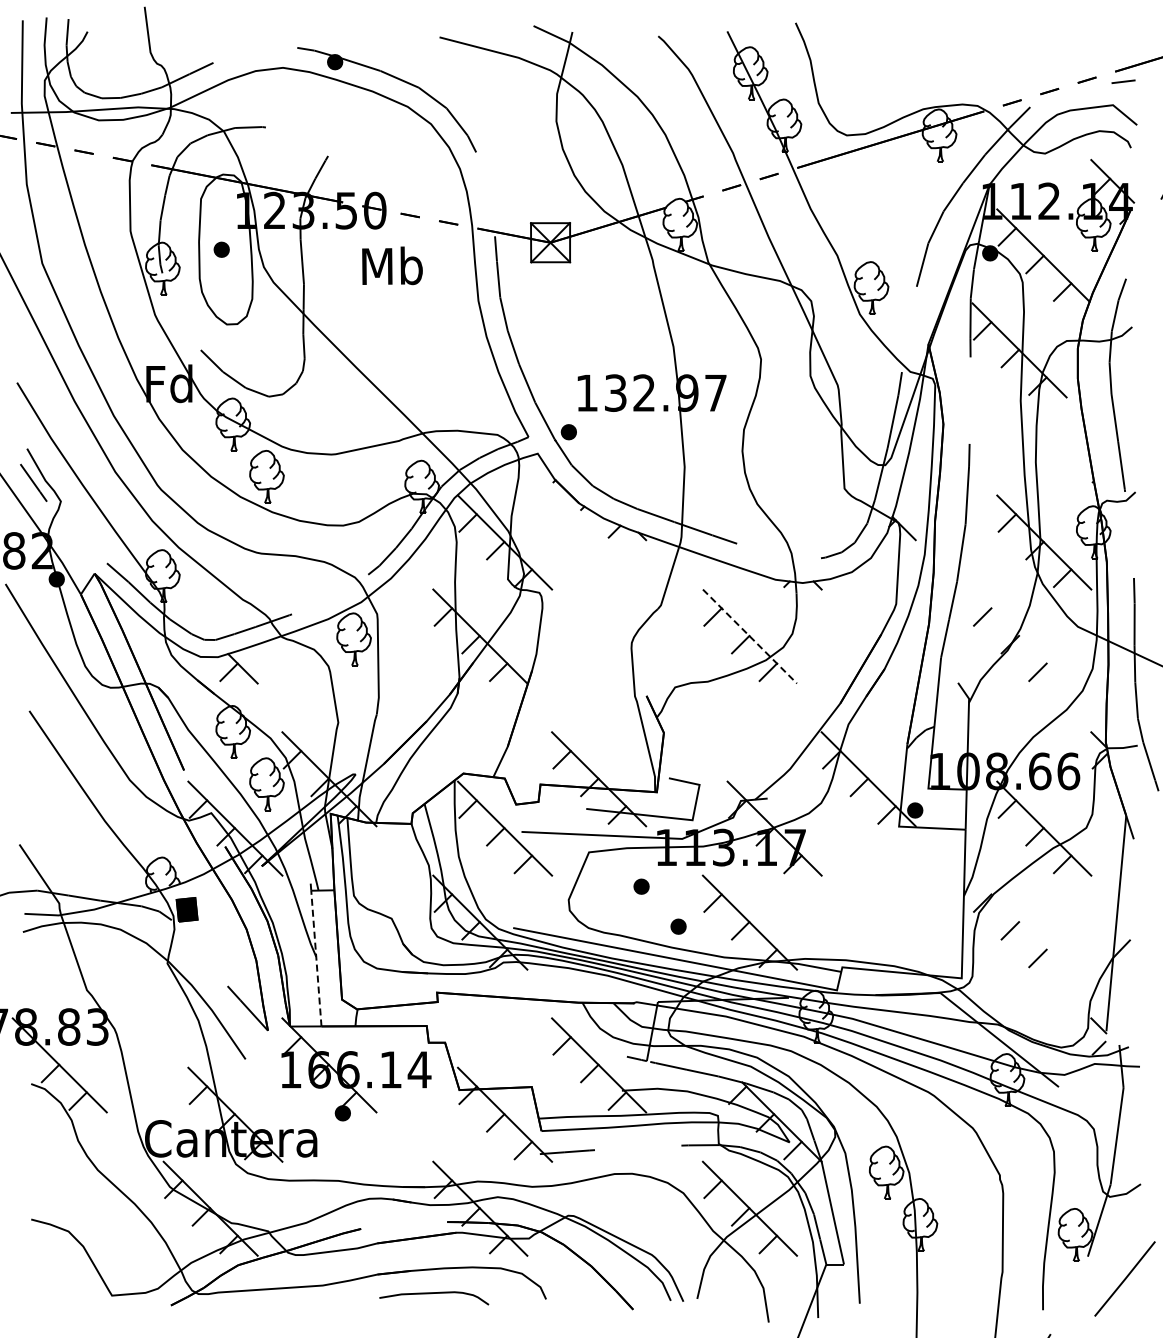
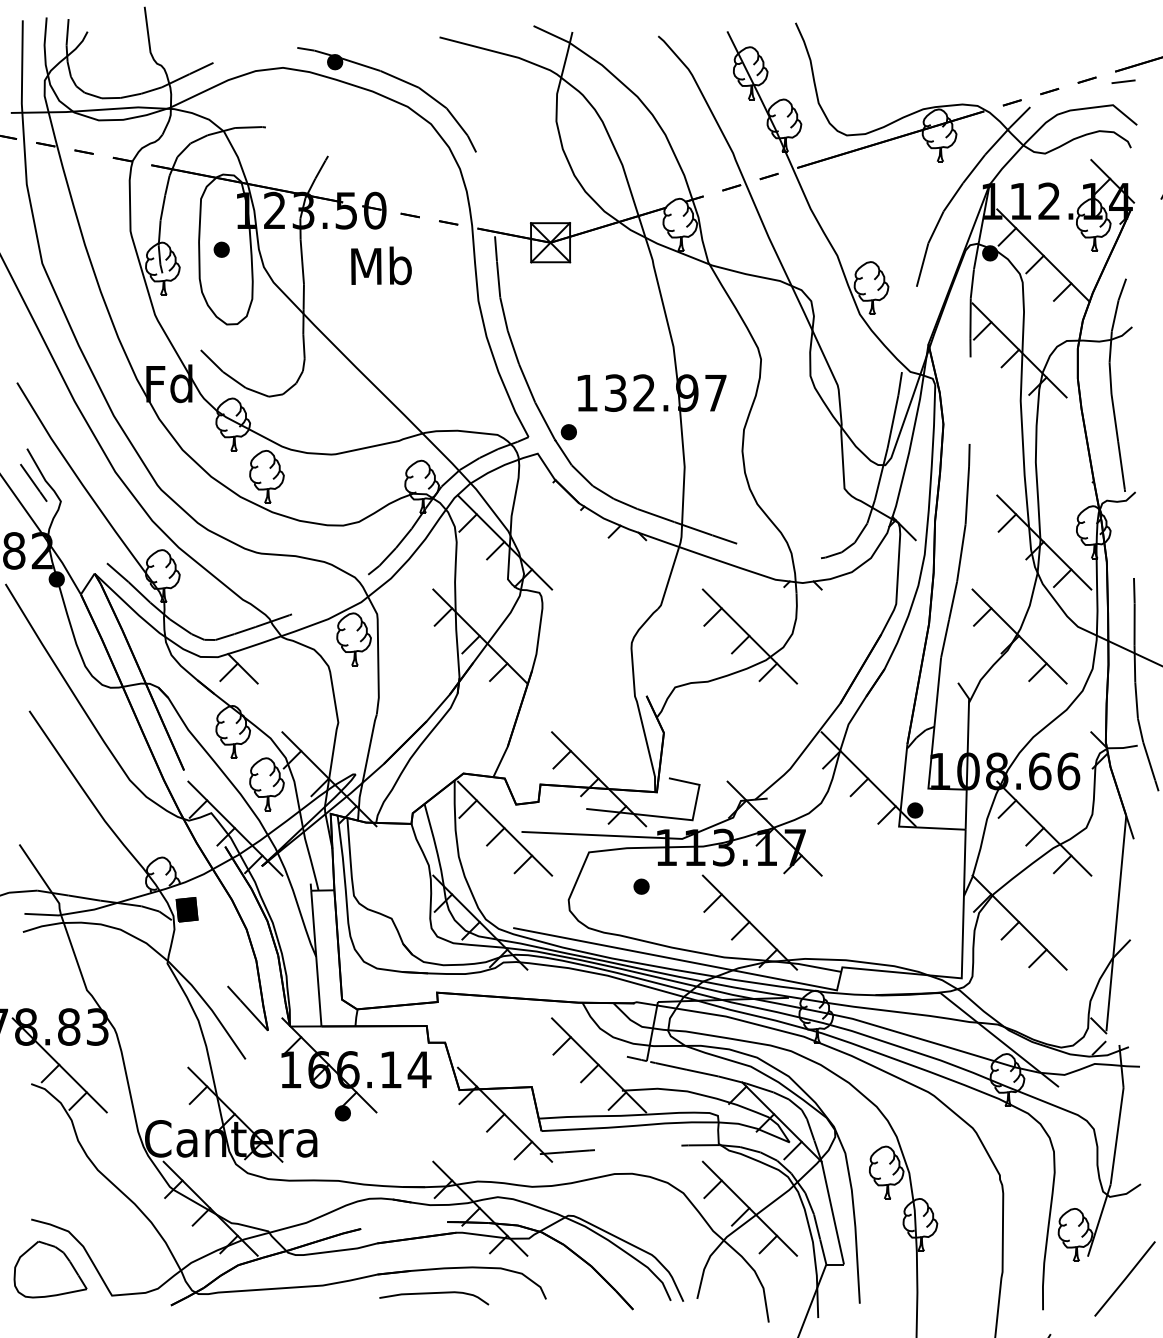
text at (392, 265) position: (392, 265) -> (381, 265)
line at (750, 636): dashed -> solid
line at (1019, 636): none -> present
line at (1019, 922): none -> present
part at (678, 926): present -> none
line at (316, 958): dashed -> solid
part at (50, 1269): none -> present
